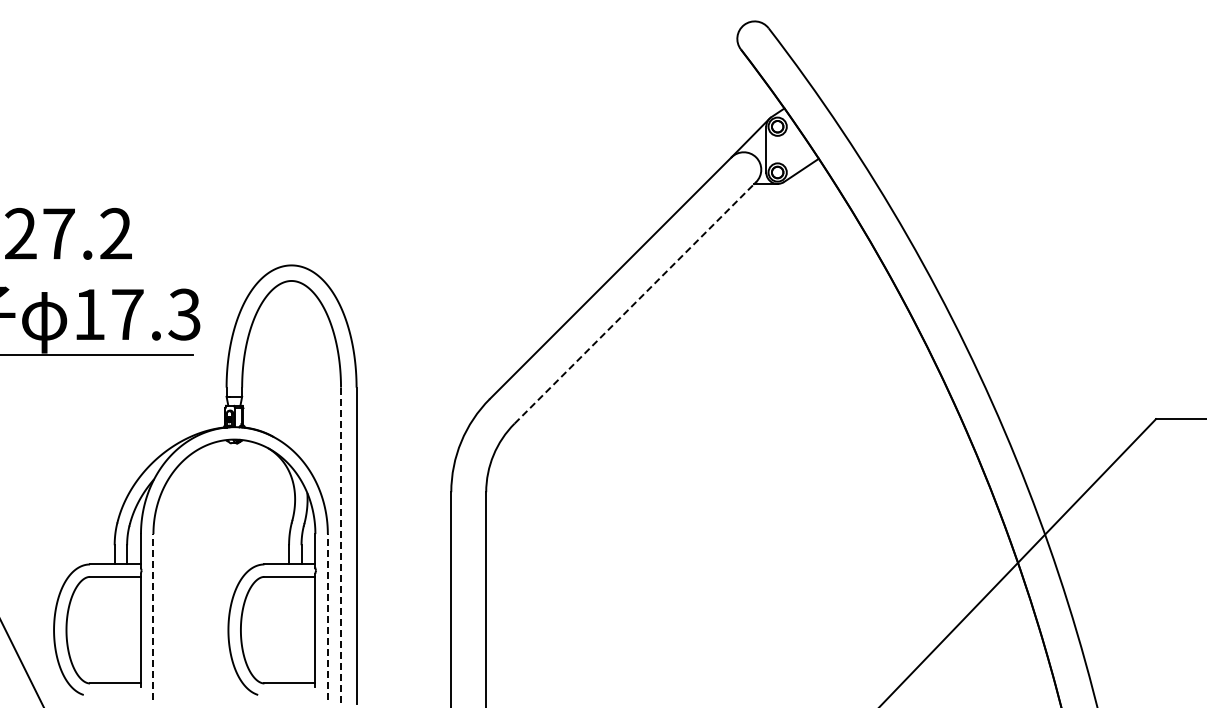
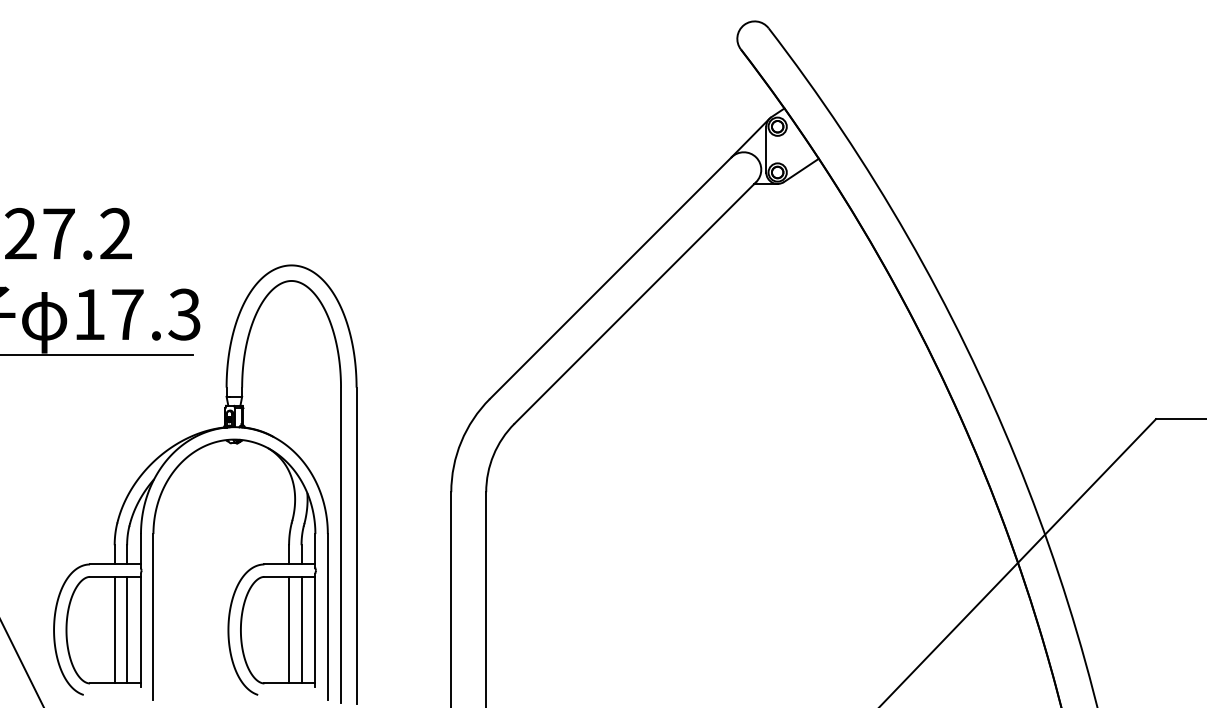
line at (634, 303): dashed -> solid
line at (341, 545): dashed -> solid
line at (153, 616): dashed -> solid
line at (327, 616): dashed -> solid
line at (114, 629): none -> present
line at (127, 629): none -> present
line at (289, 629): none -> present
line at (301, 629): none -> present
